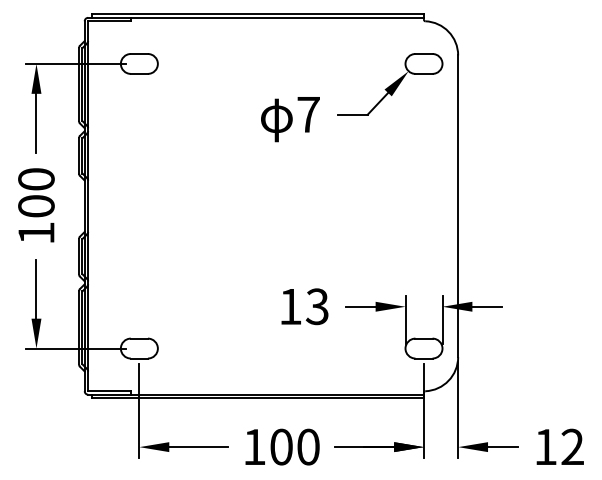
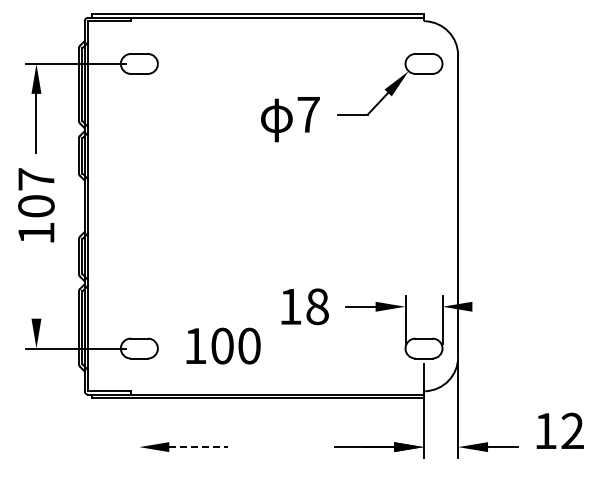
text at (36, 179): 100 -> 107
line at (36, 288): present -> none
text at (316, 306): 13 -> 18
line at (487, 306): present -> none
line at (139, 410): present -> none
text at (282, 446) position: (282, 446) -> (223, 345)
text at (559, 446) position: (559, 446) -> (559, 430)
line at (198, 447): solid -> dashed
